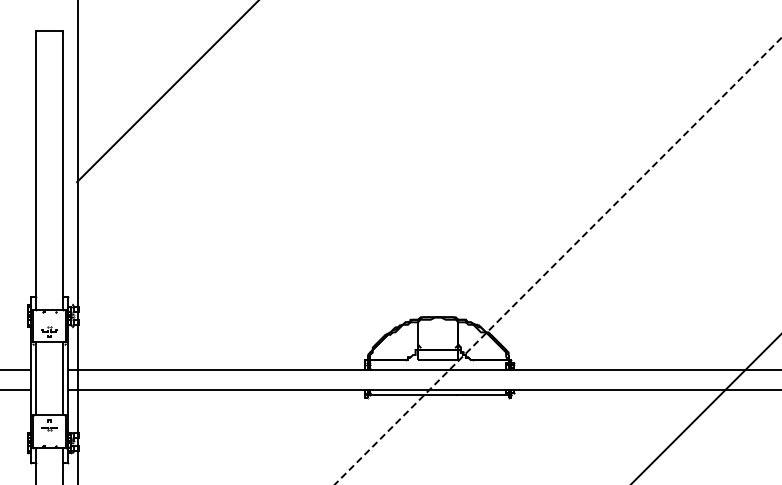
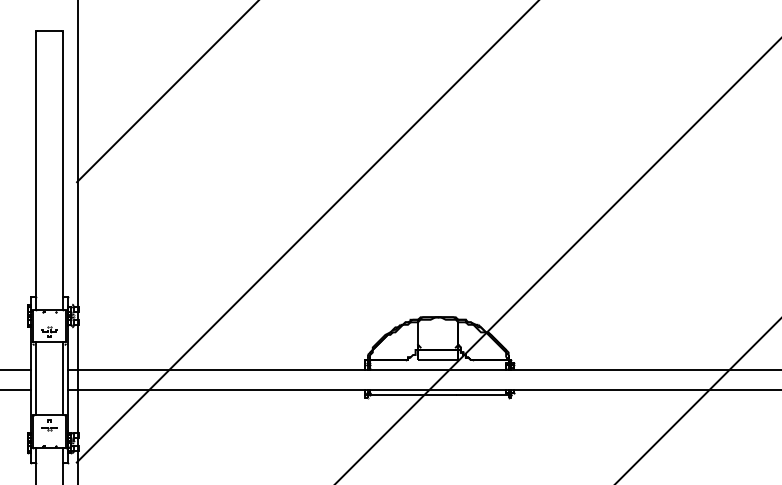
line at (306, 232): none -> present
line at (558, 261): dashed -> solid
line at (705, 409) position: (705, 409) -> (697, 400)
